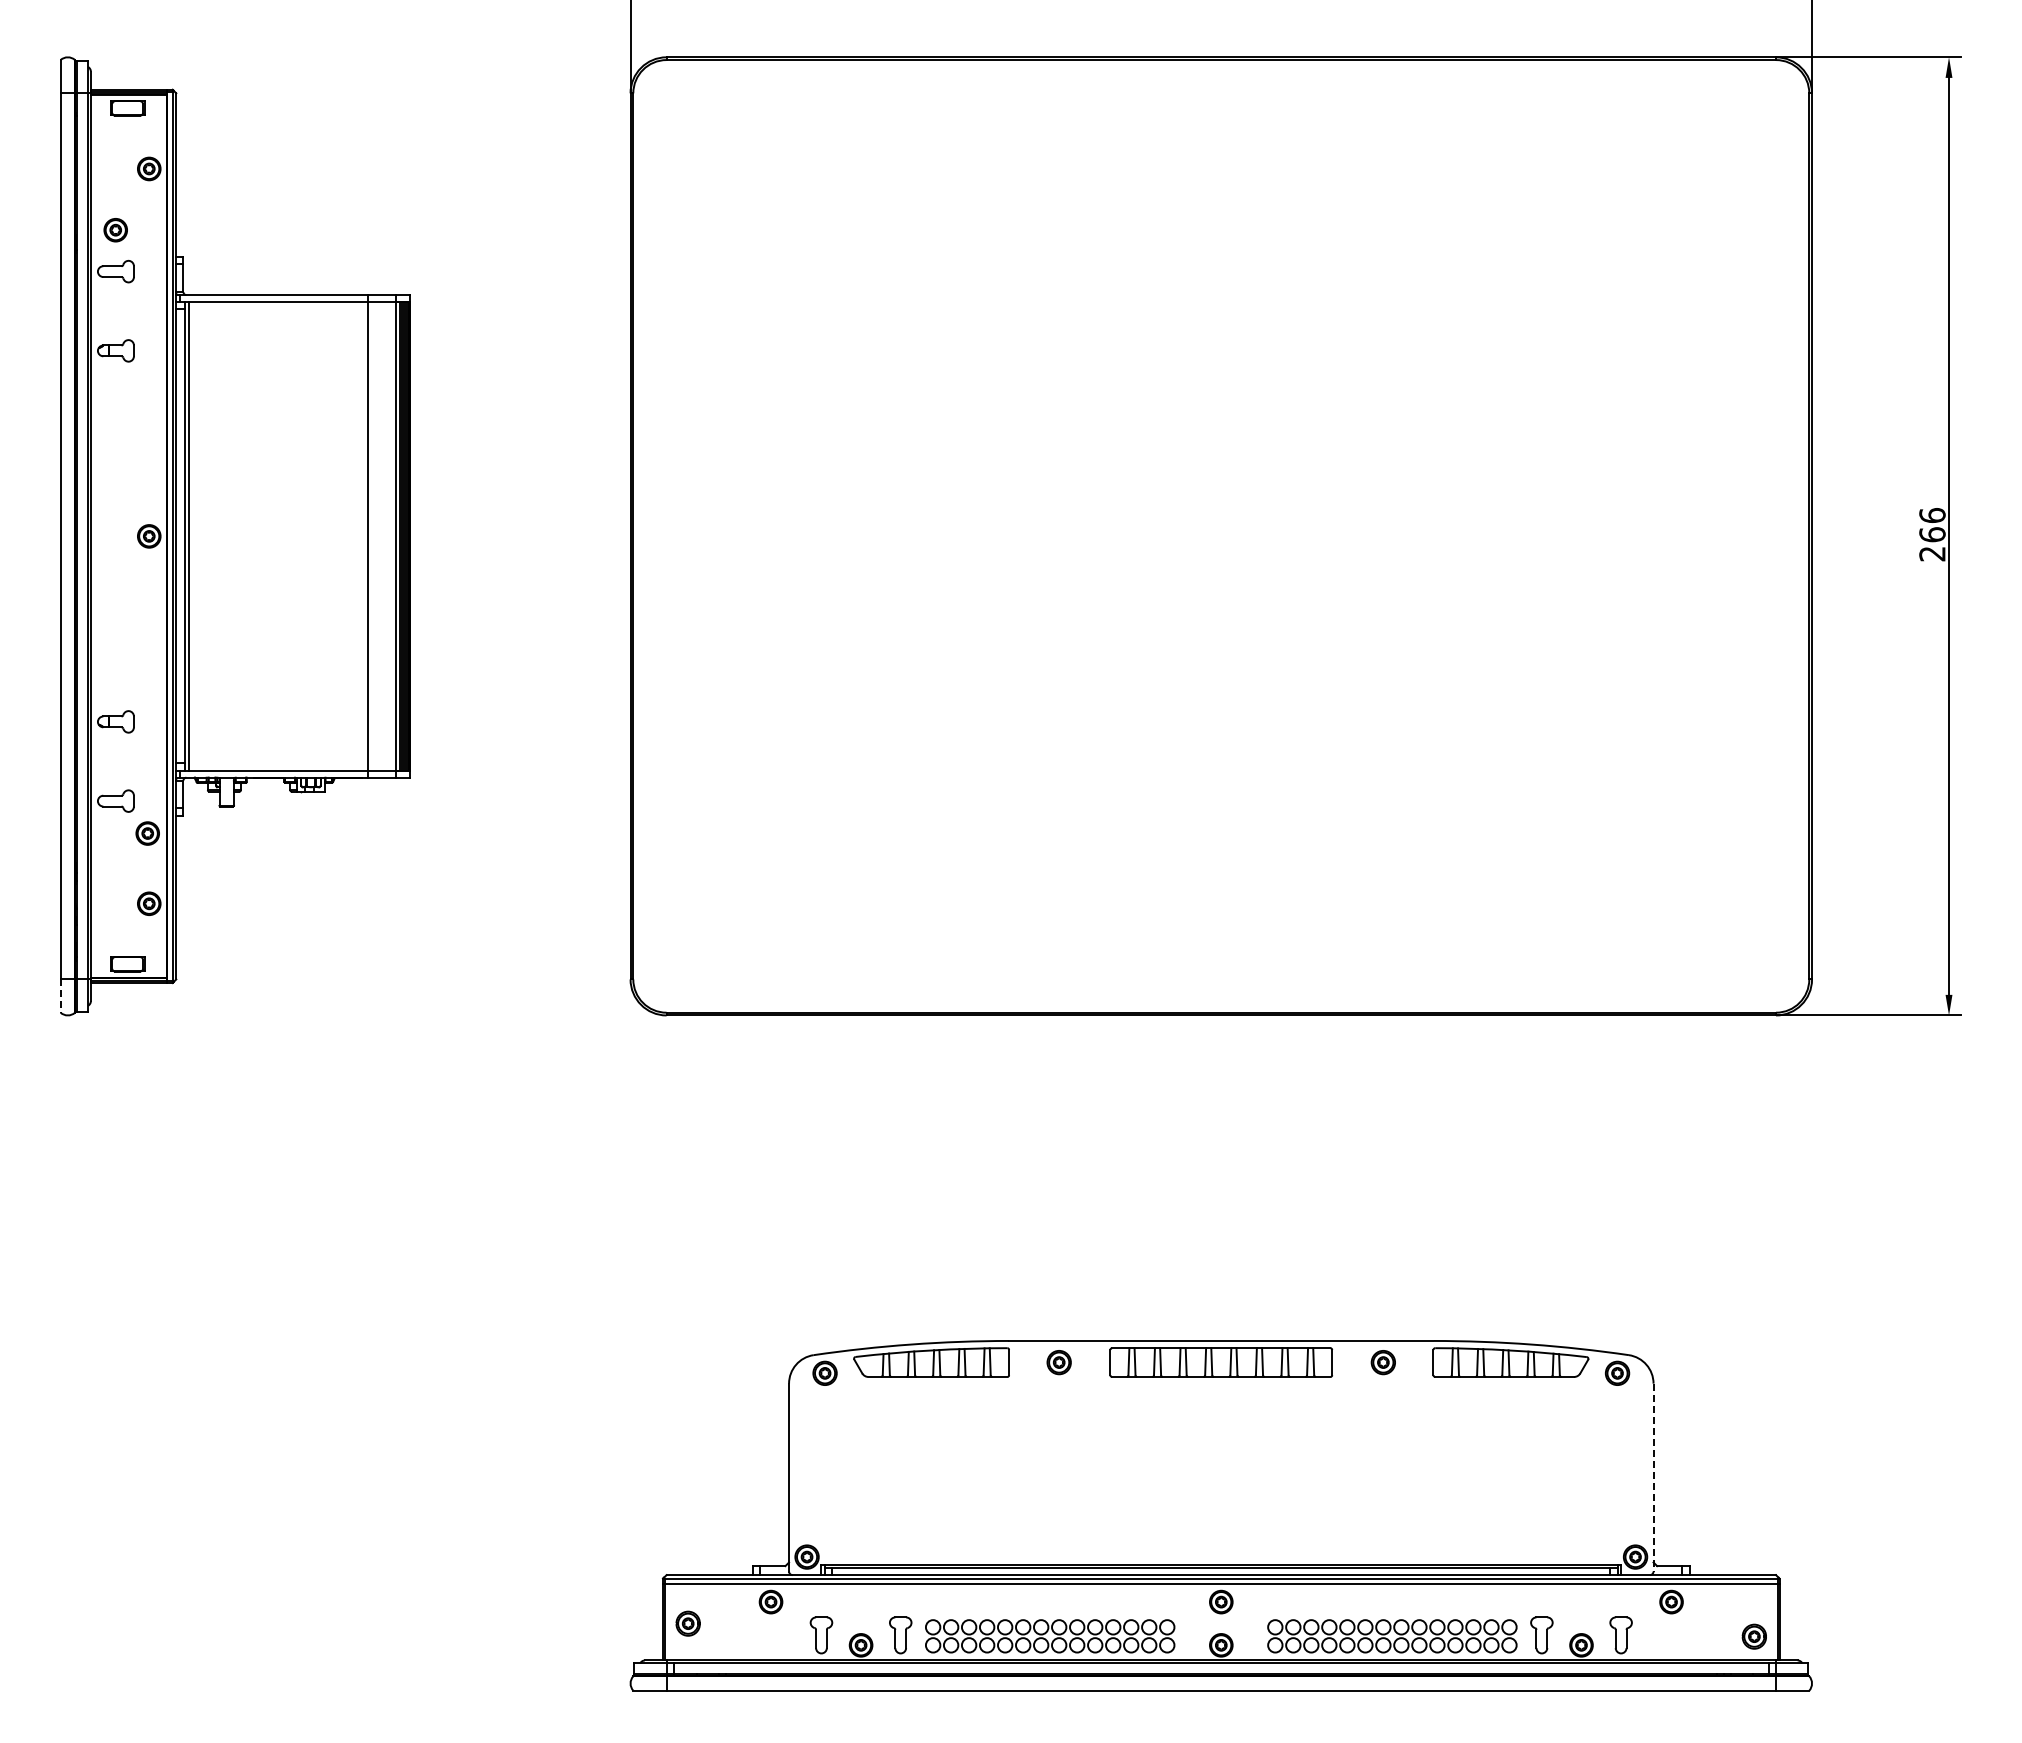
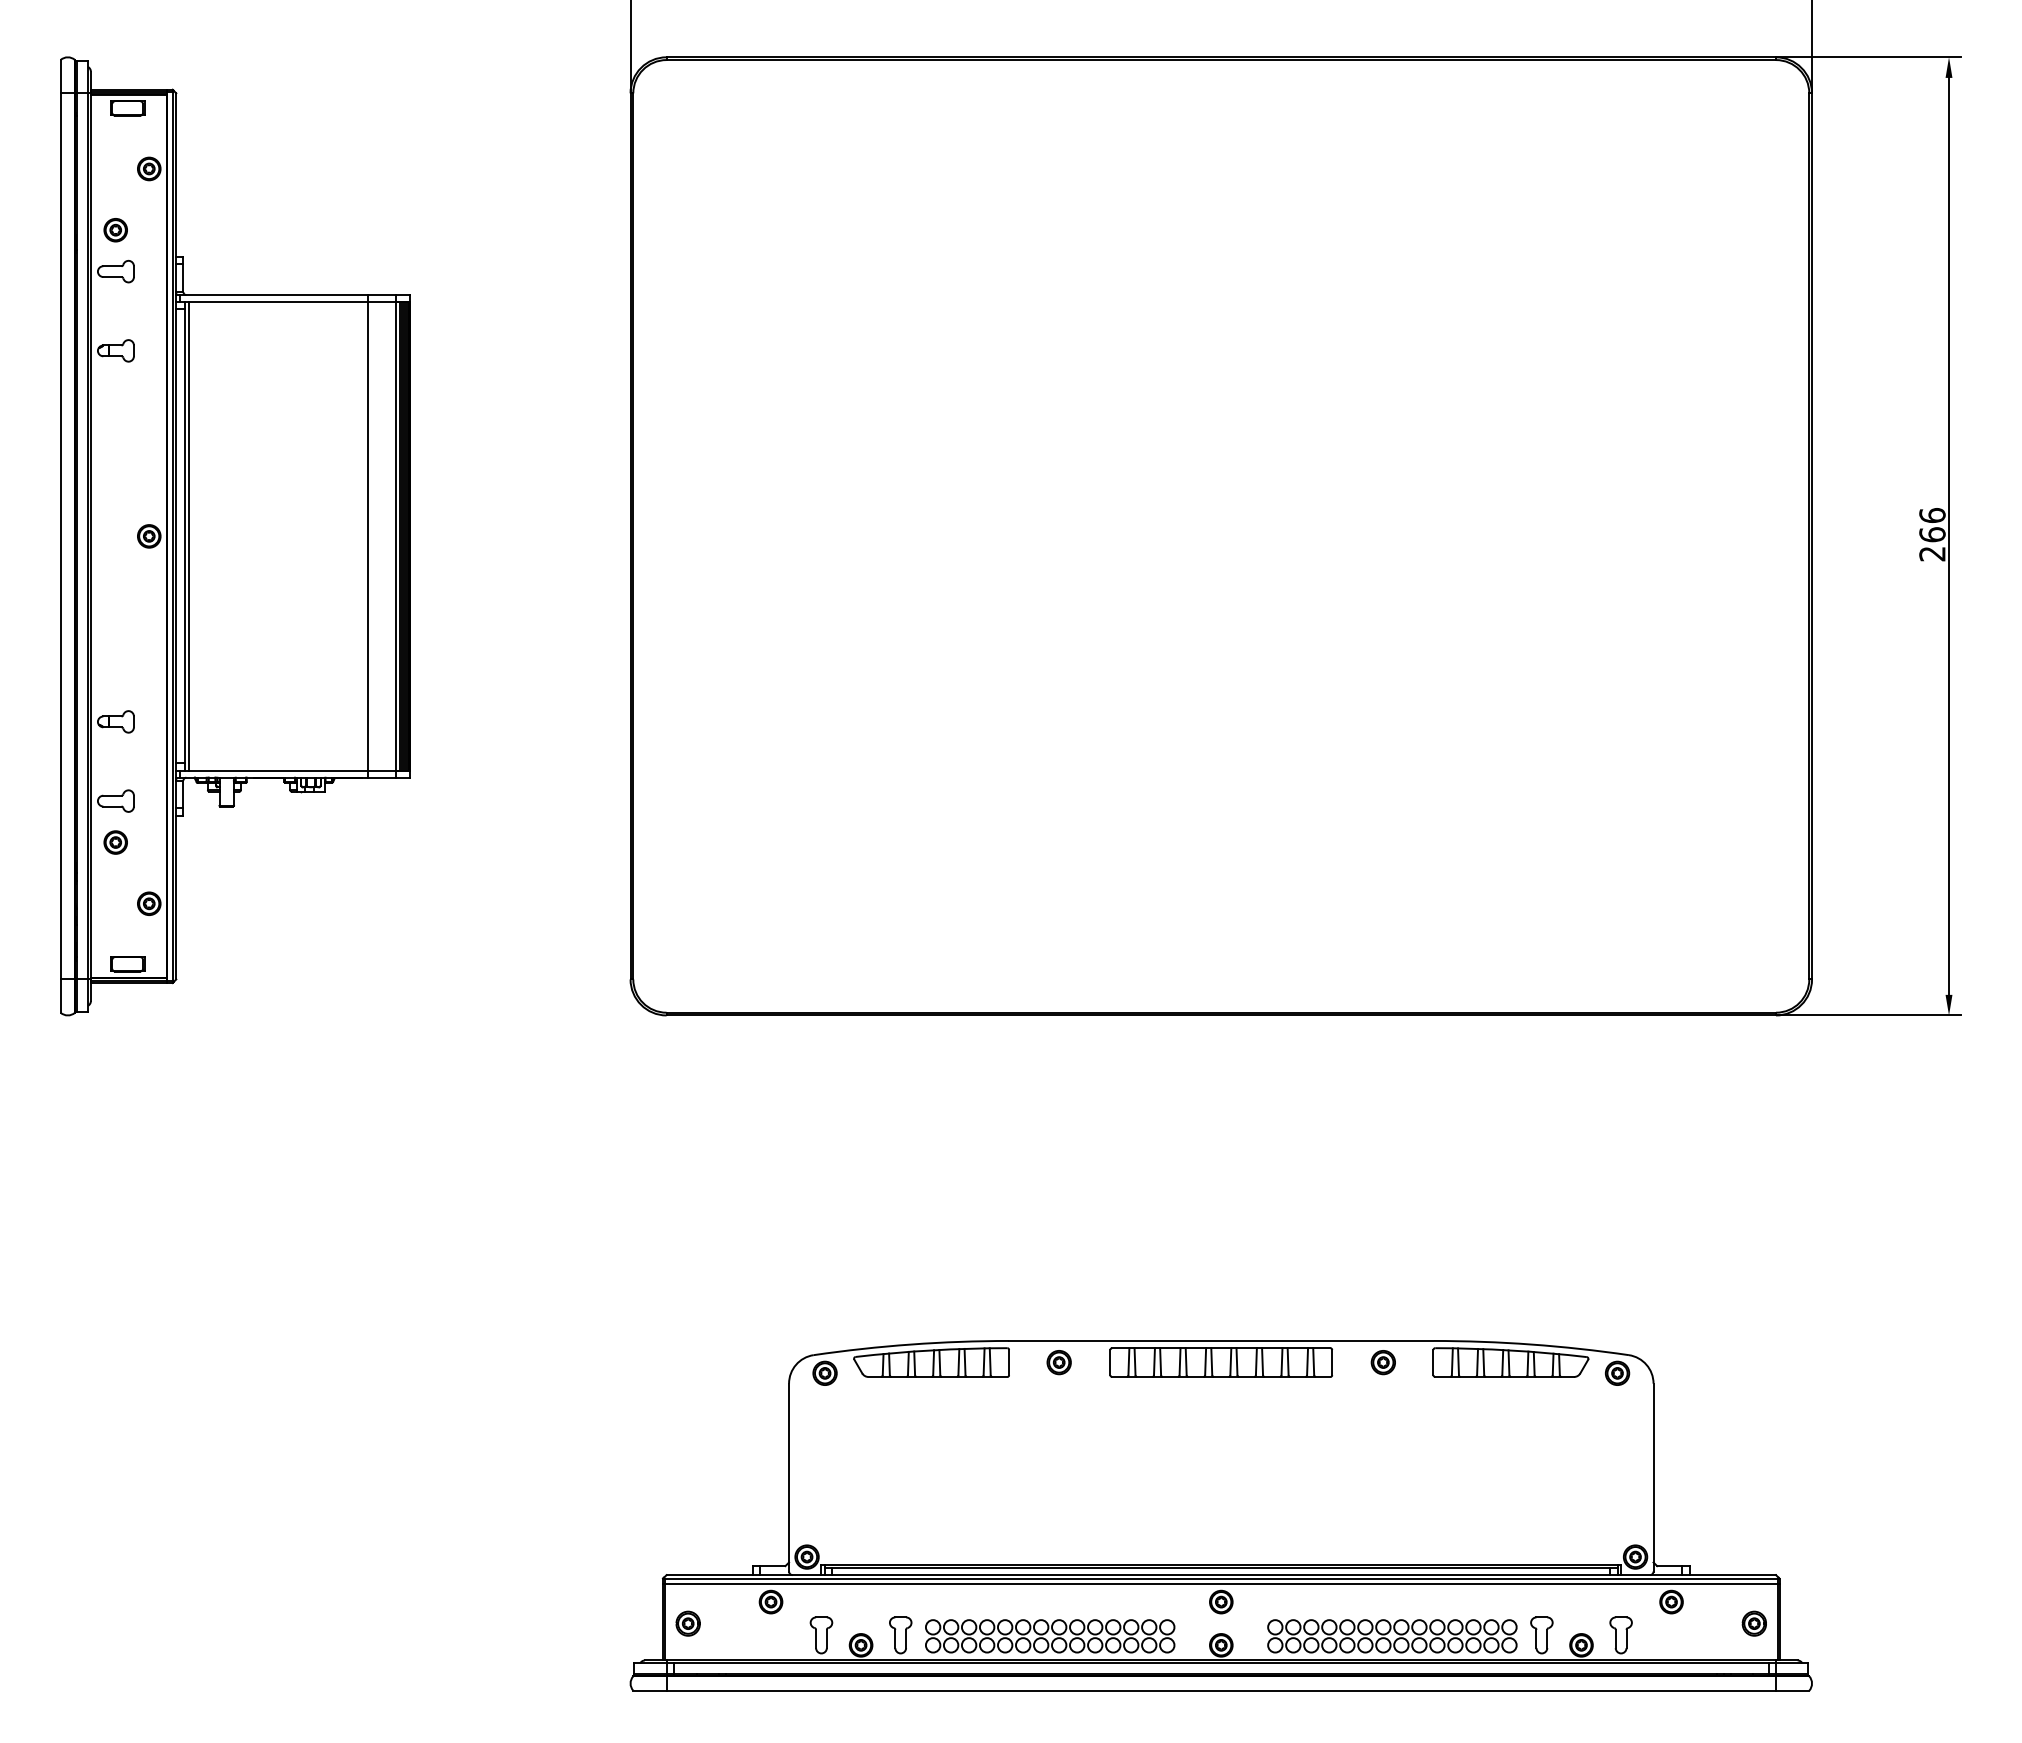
part at (147, 833) position: (147, 833) -> (115, 842)
line at (60, 996): dashed -> solid
line at (1653, 1477): dashed -> solid
part at (1753, 1636) position: (1753, 1636) -> (1753, 1623)
